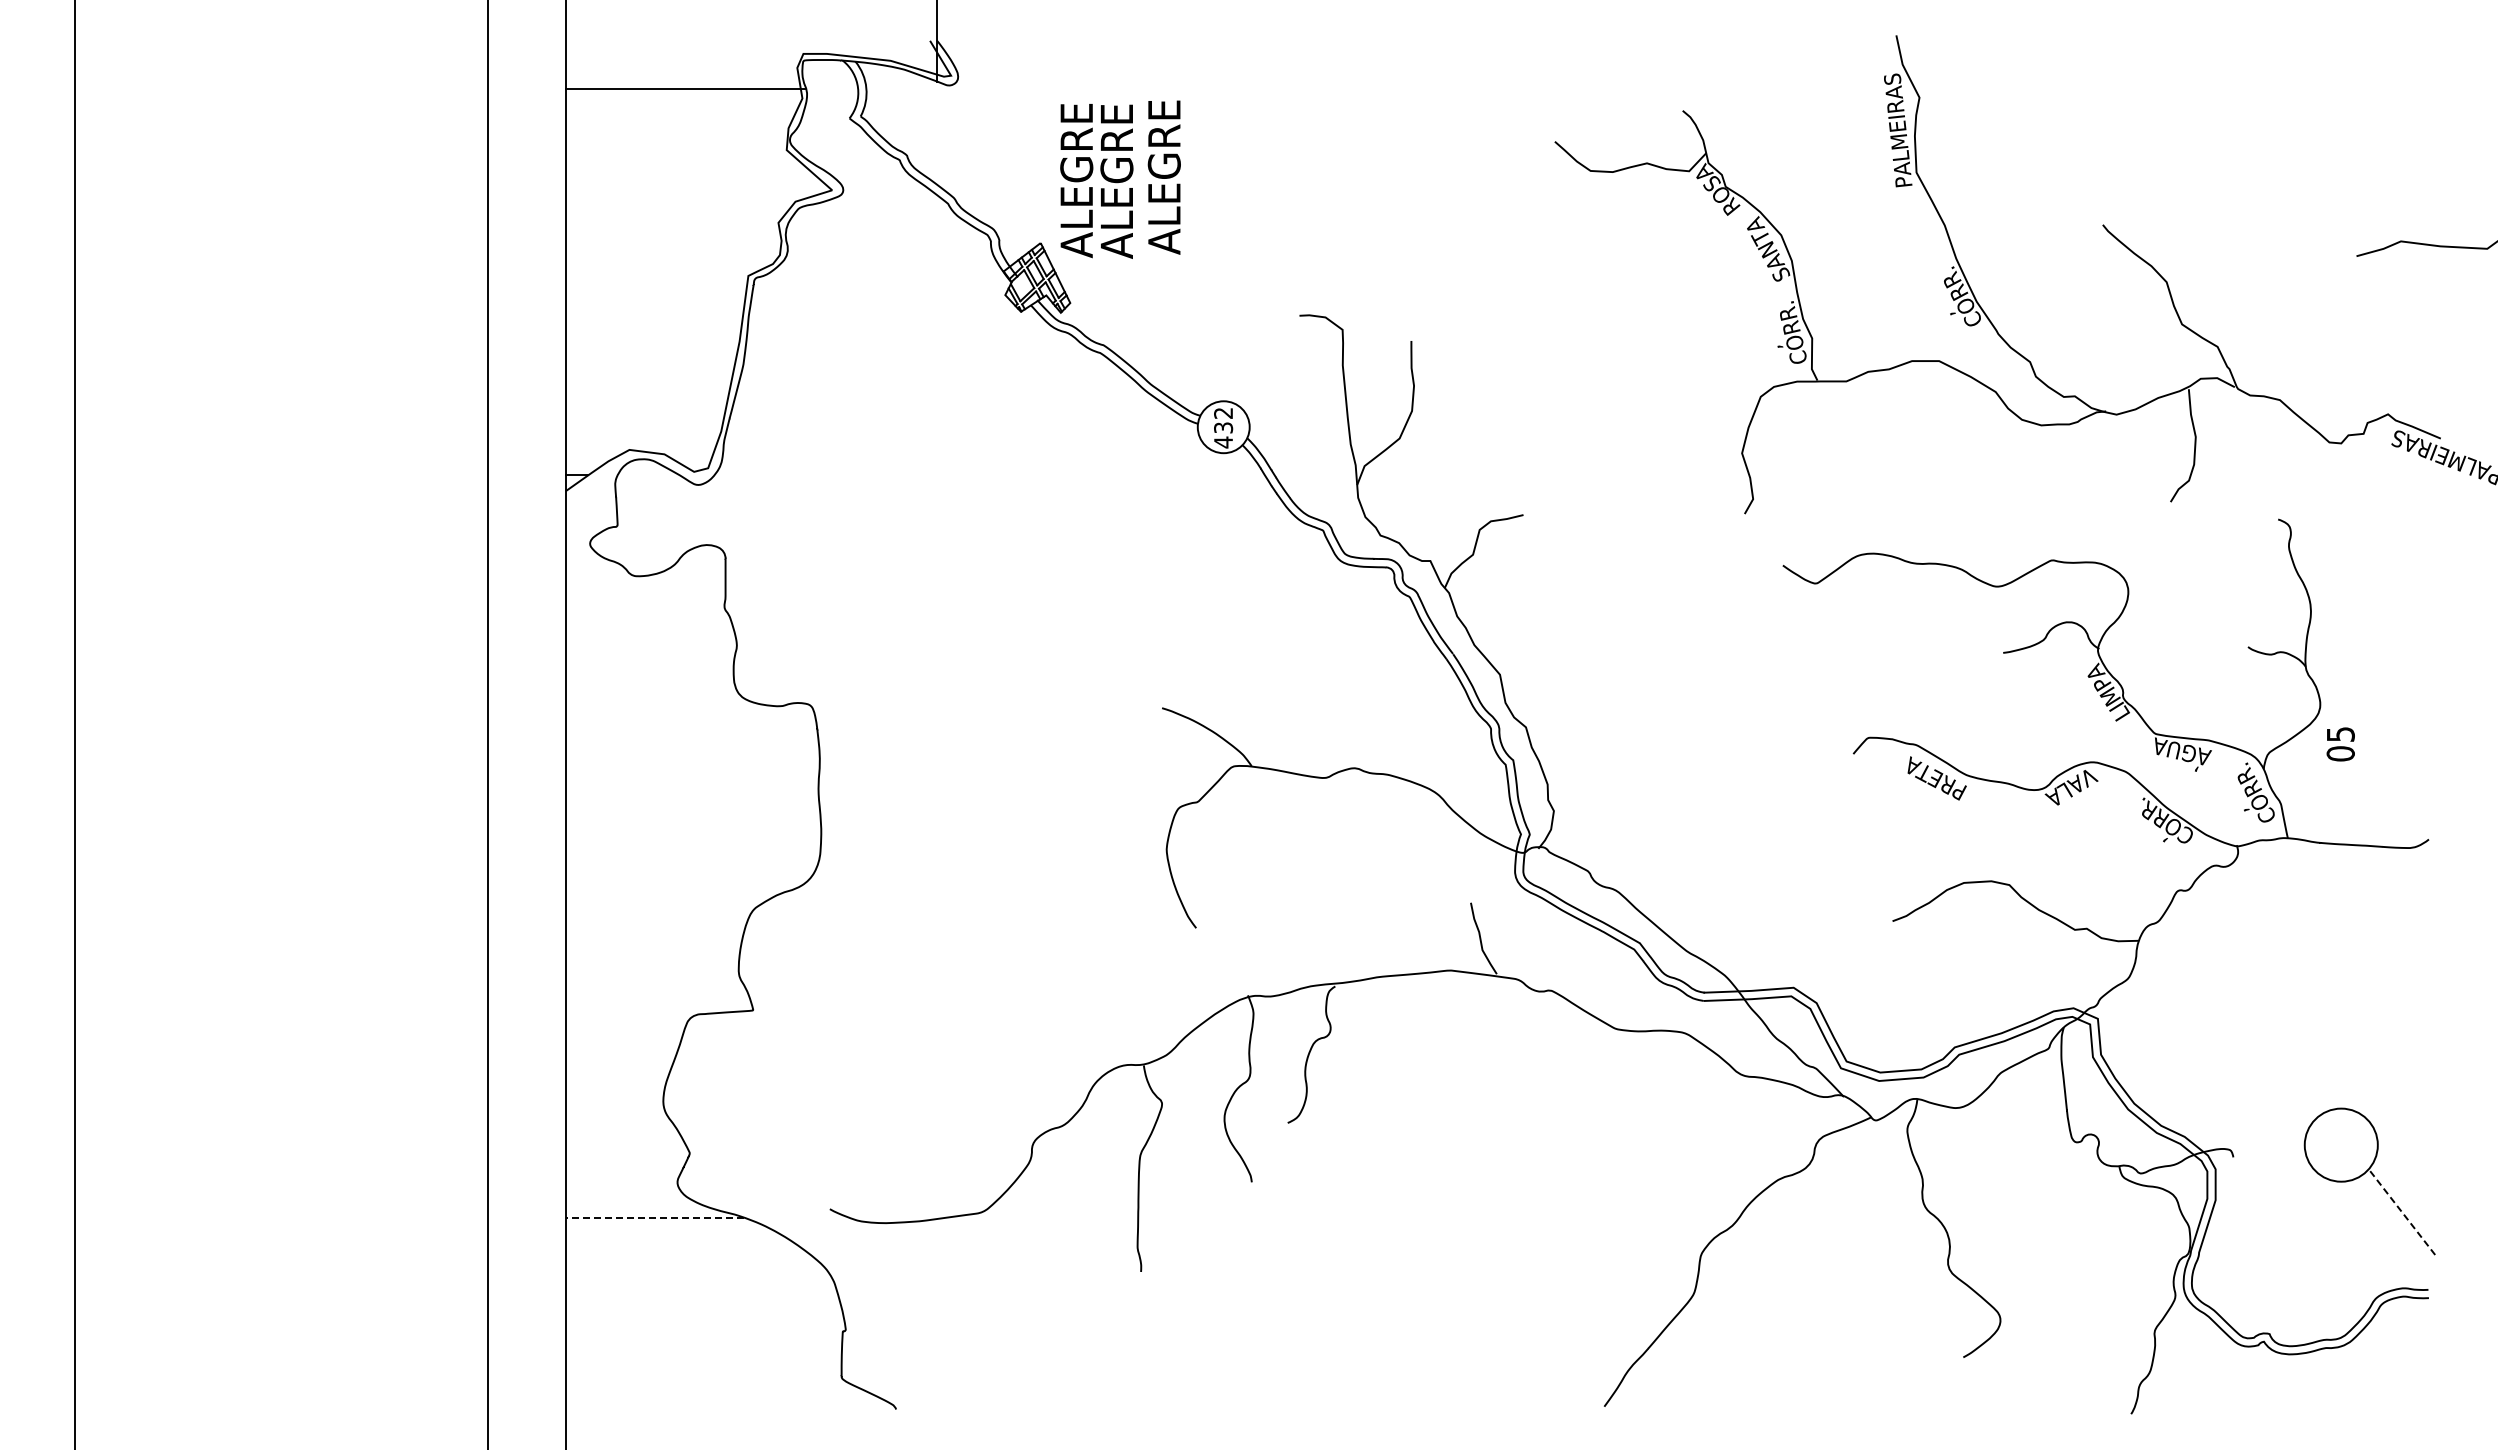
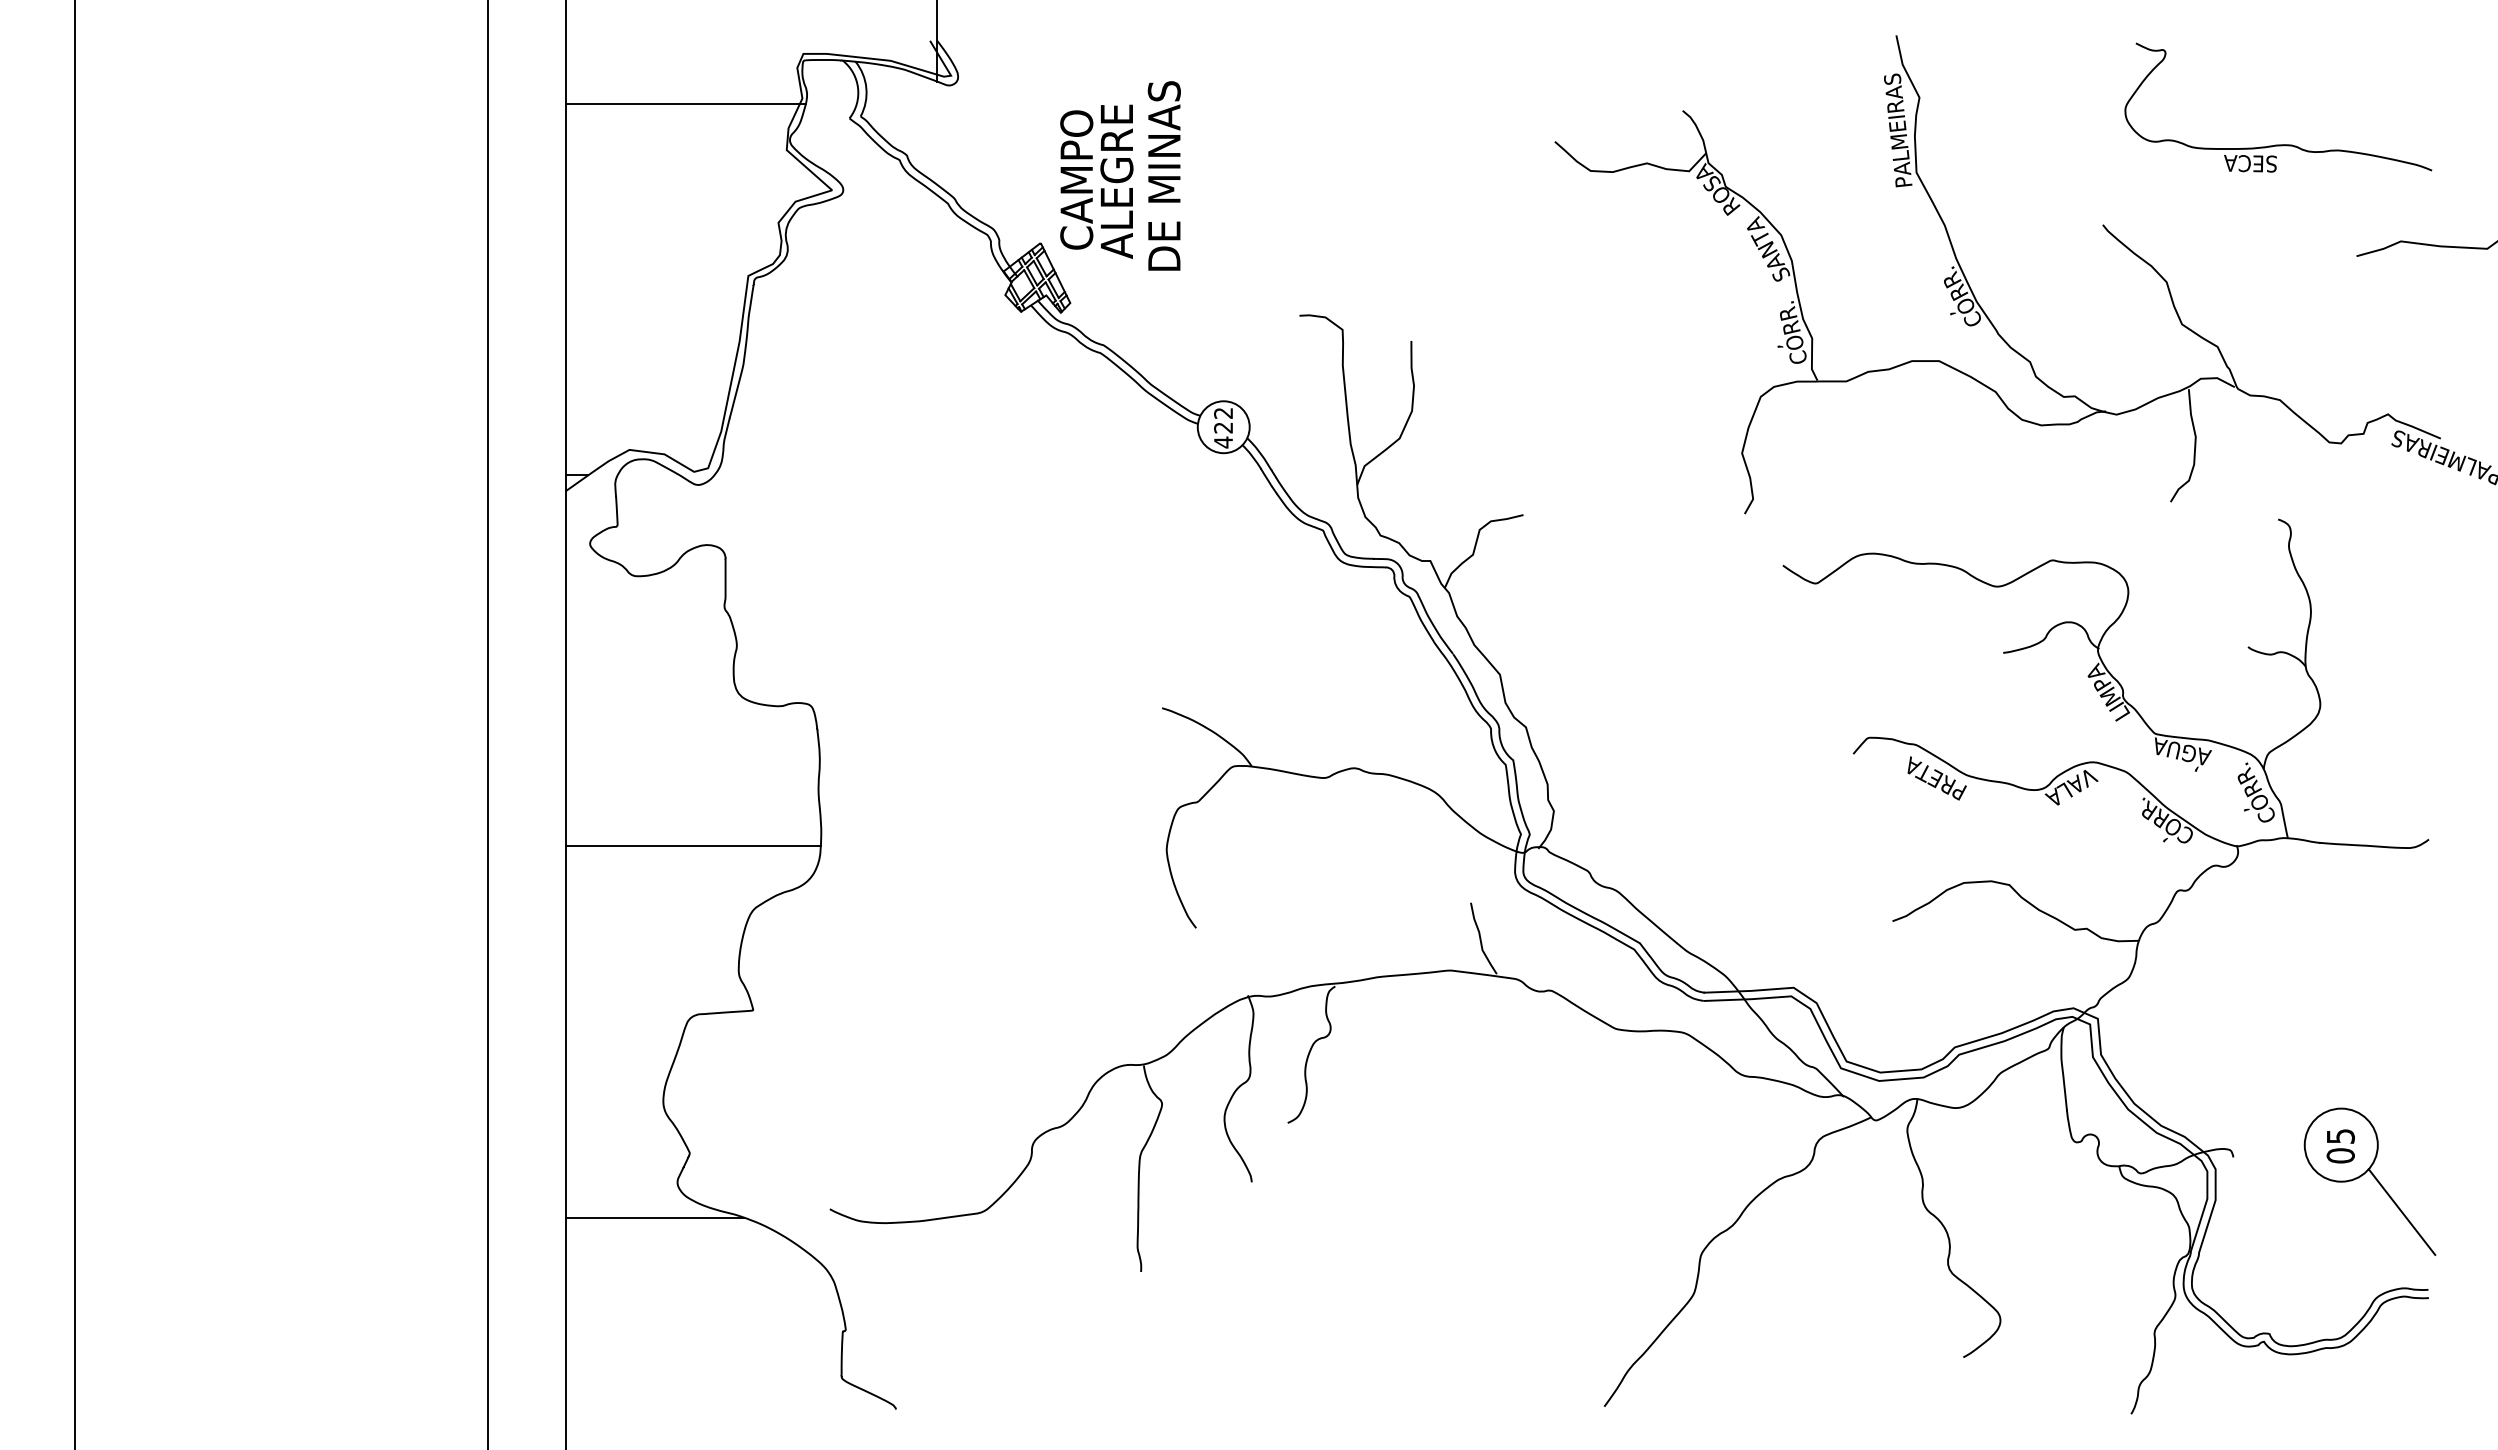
line at (685, 89) position: (685, 89) -> (685, 104)
part at (2278, 144): none -> present
text at (1163, 175): ALEGRE -> DE MINAS
text at (1076, 181): ALEGRE -> CAMPO
text at (1223, 427): 432 -> 422
text at (2340, 744) position: (2340, 744) -> (2340, 1146)
line at (693, 846): none -> present
line at (2401, 1211): dashed -> solid
line at (654, 1217): dashed -> solid
